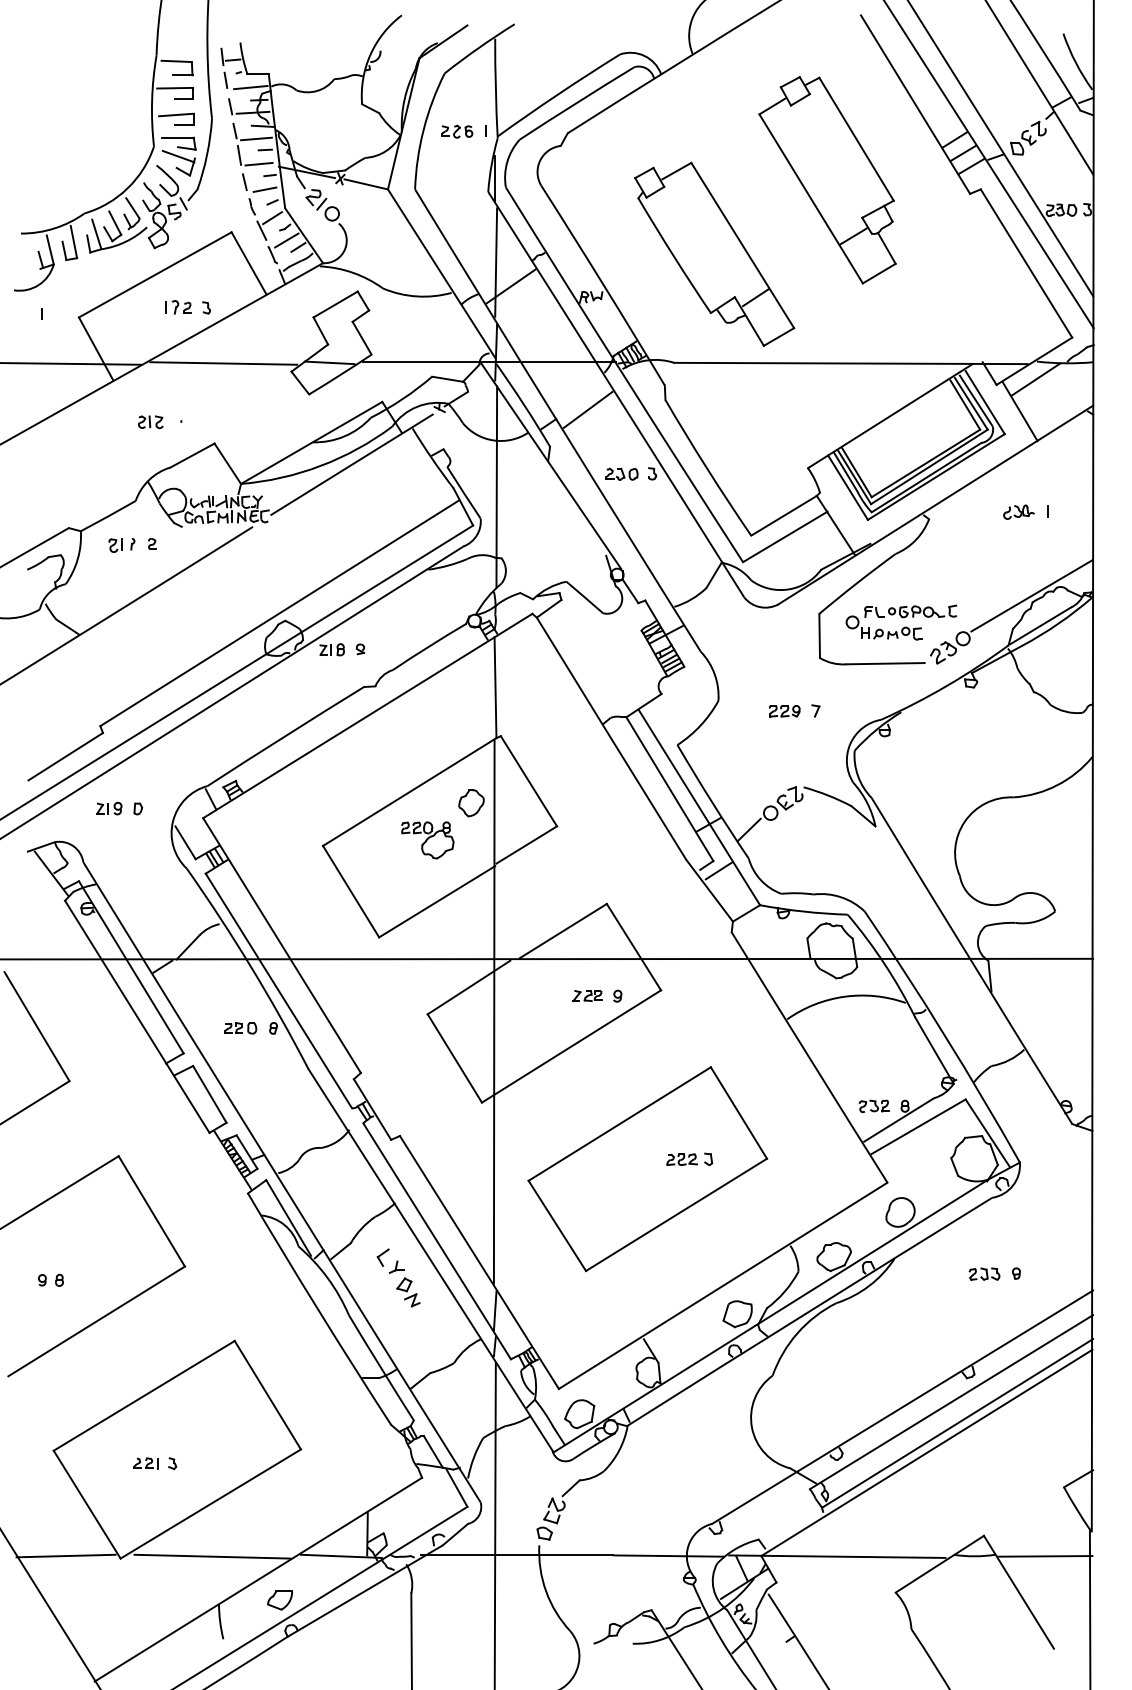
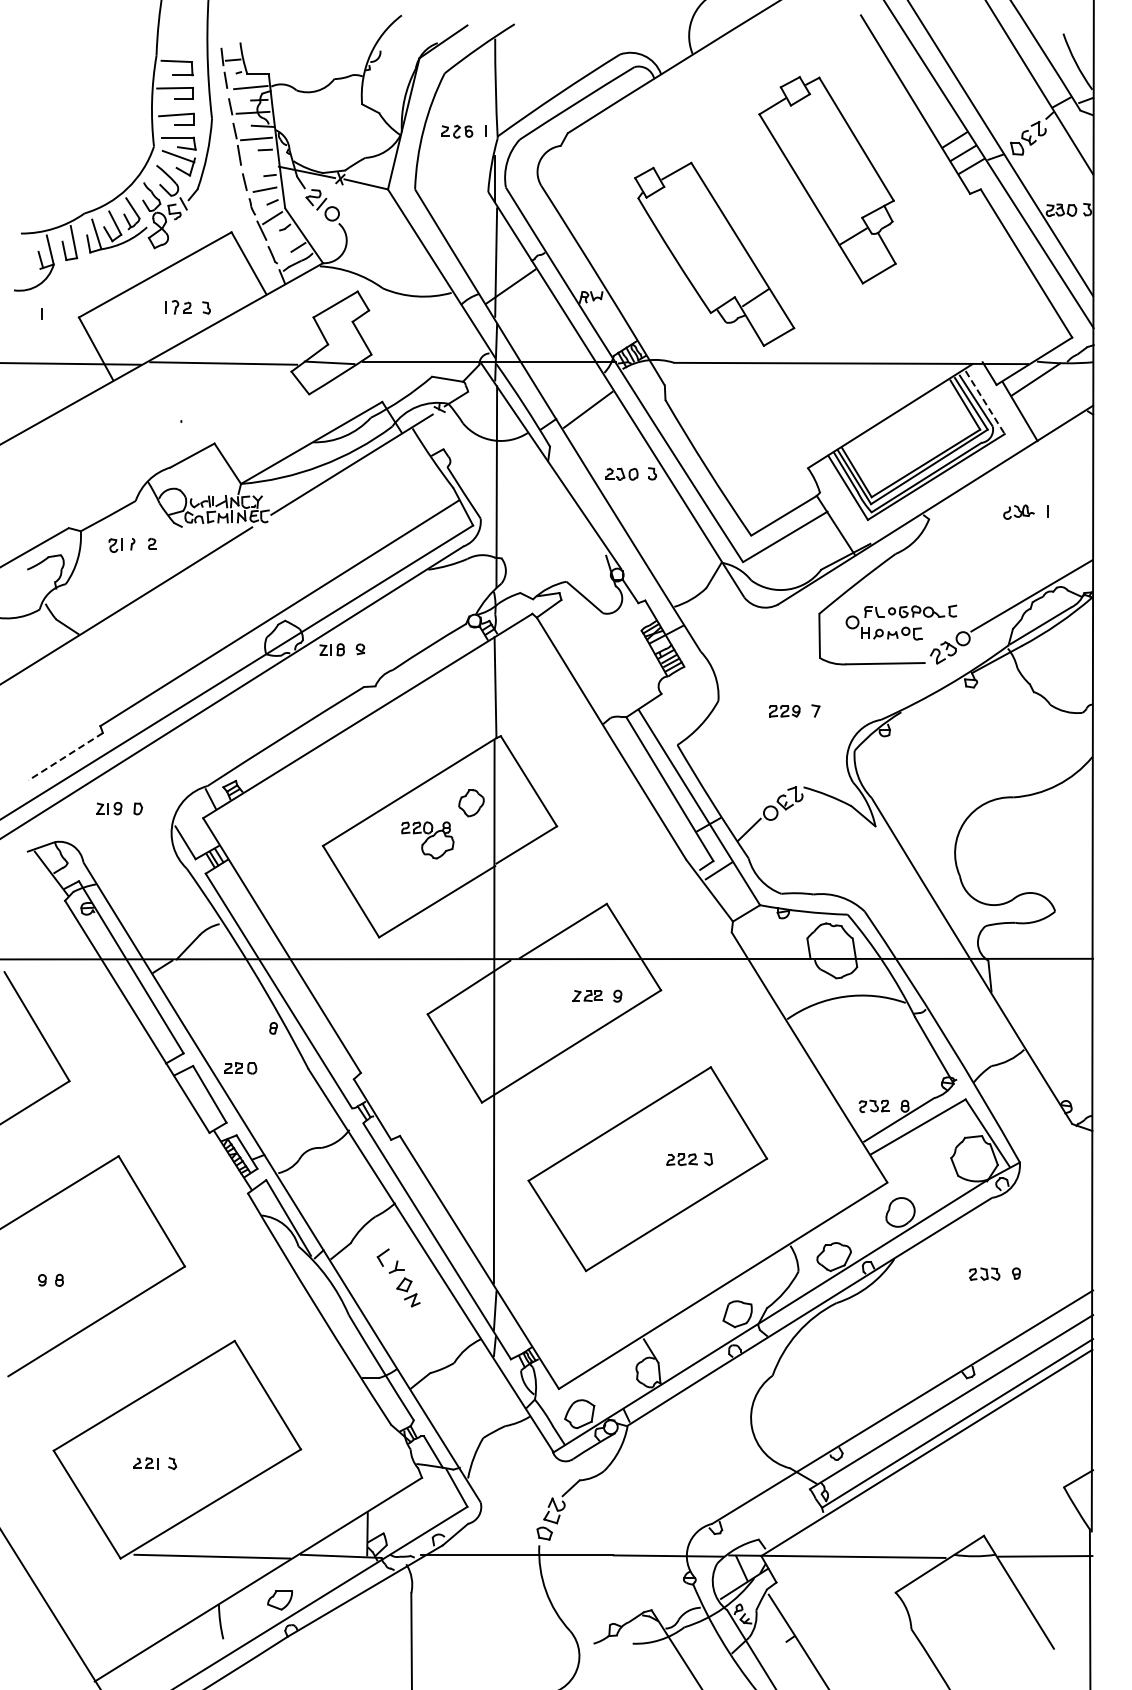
line at (258, 163): present -> none
line at (286, 240): present -> none
line at (985, 403): solid -> dashed
part at (150, 422): present -> none
line at (65, 756): solid -> dashed
part at (240, 1028) position: (240, 1028) -> (240, 1068)
line at (494, 1524): present -> none
line at (65, 1555): present -> none
